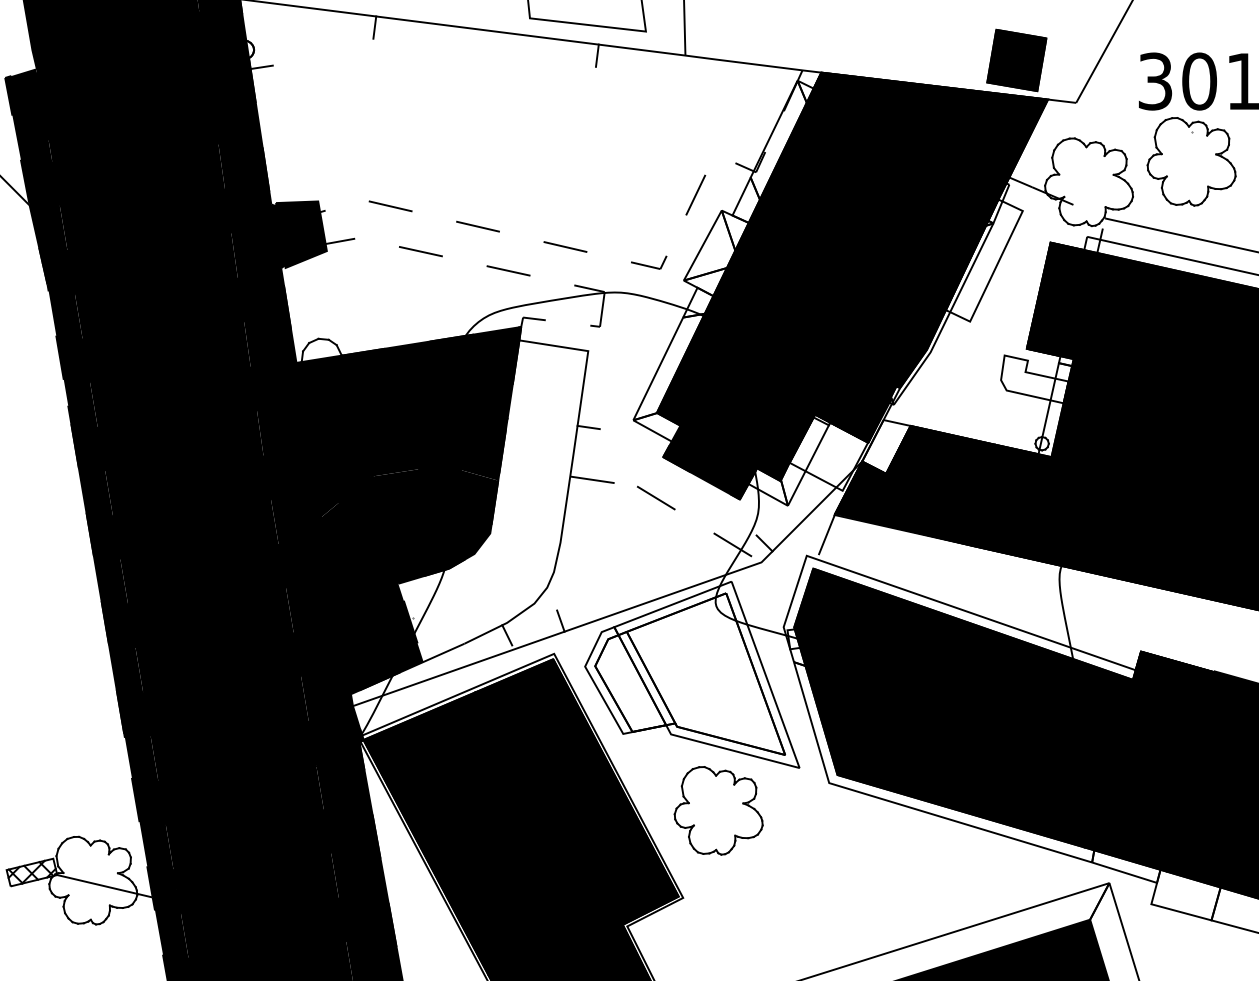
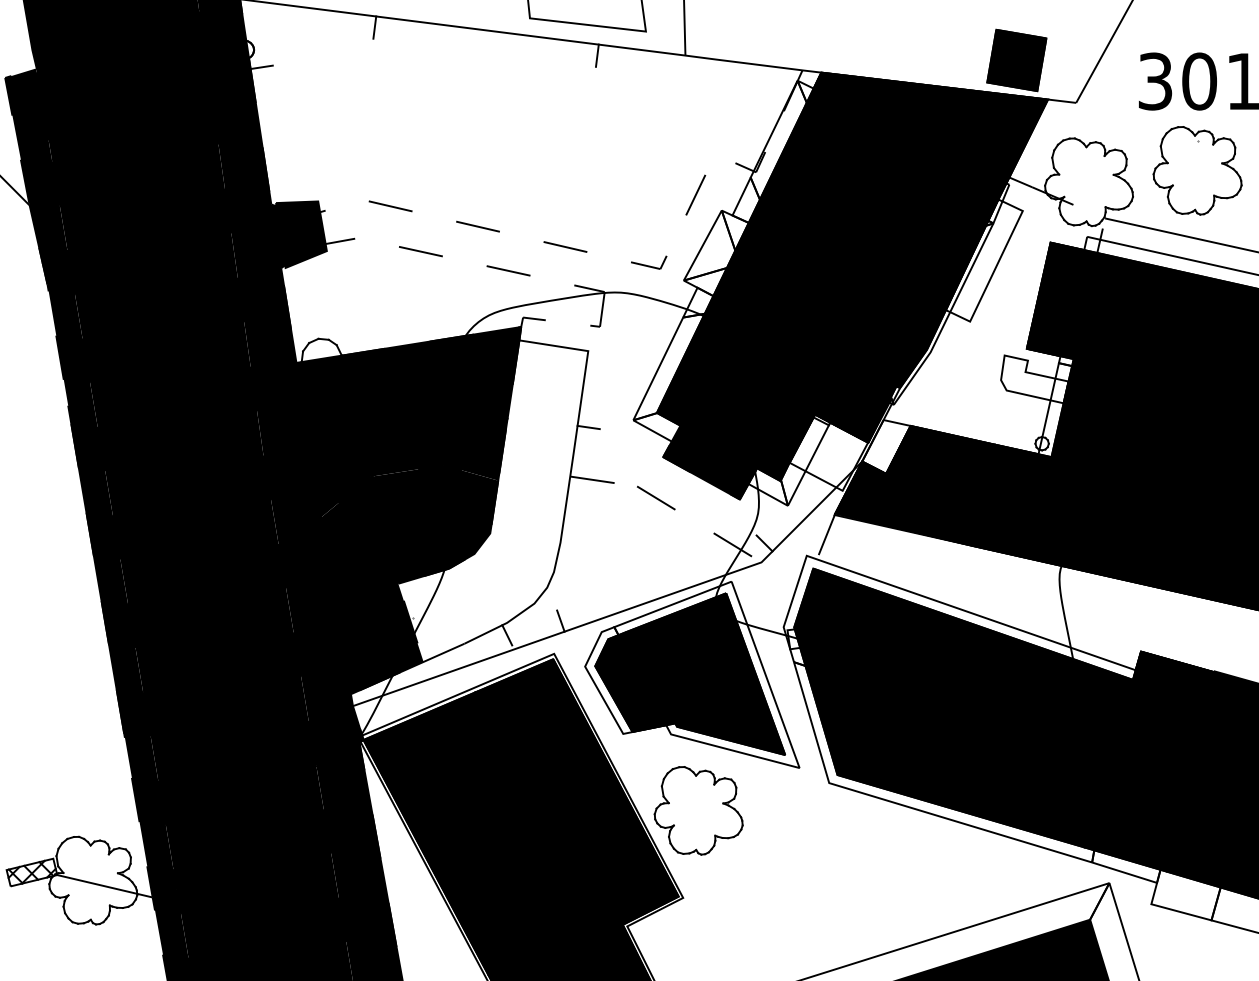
part at (1191, 161) position: (1191, 161) -> (1197, 170)
fill at (690, 674): none -> present
part at (718, 810) position: (718, 810) -> (698, 810)
